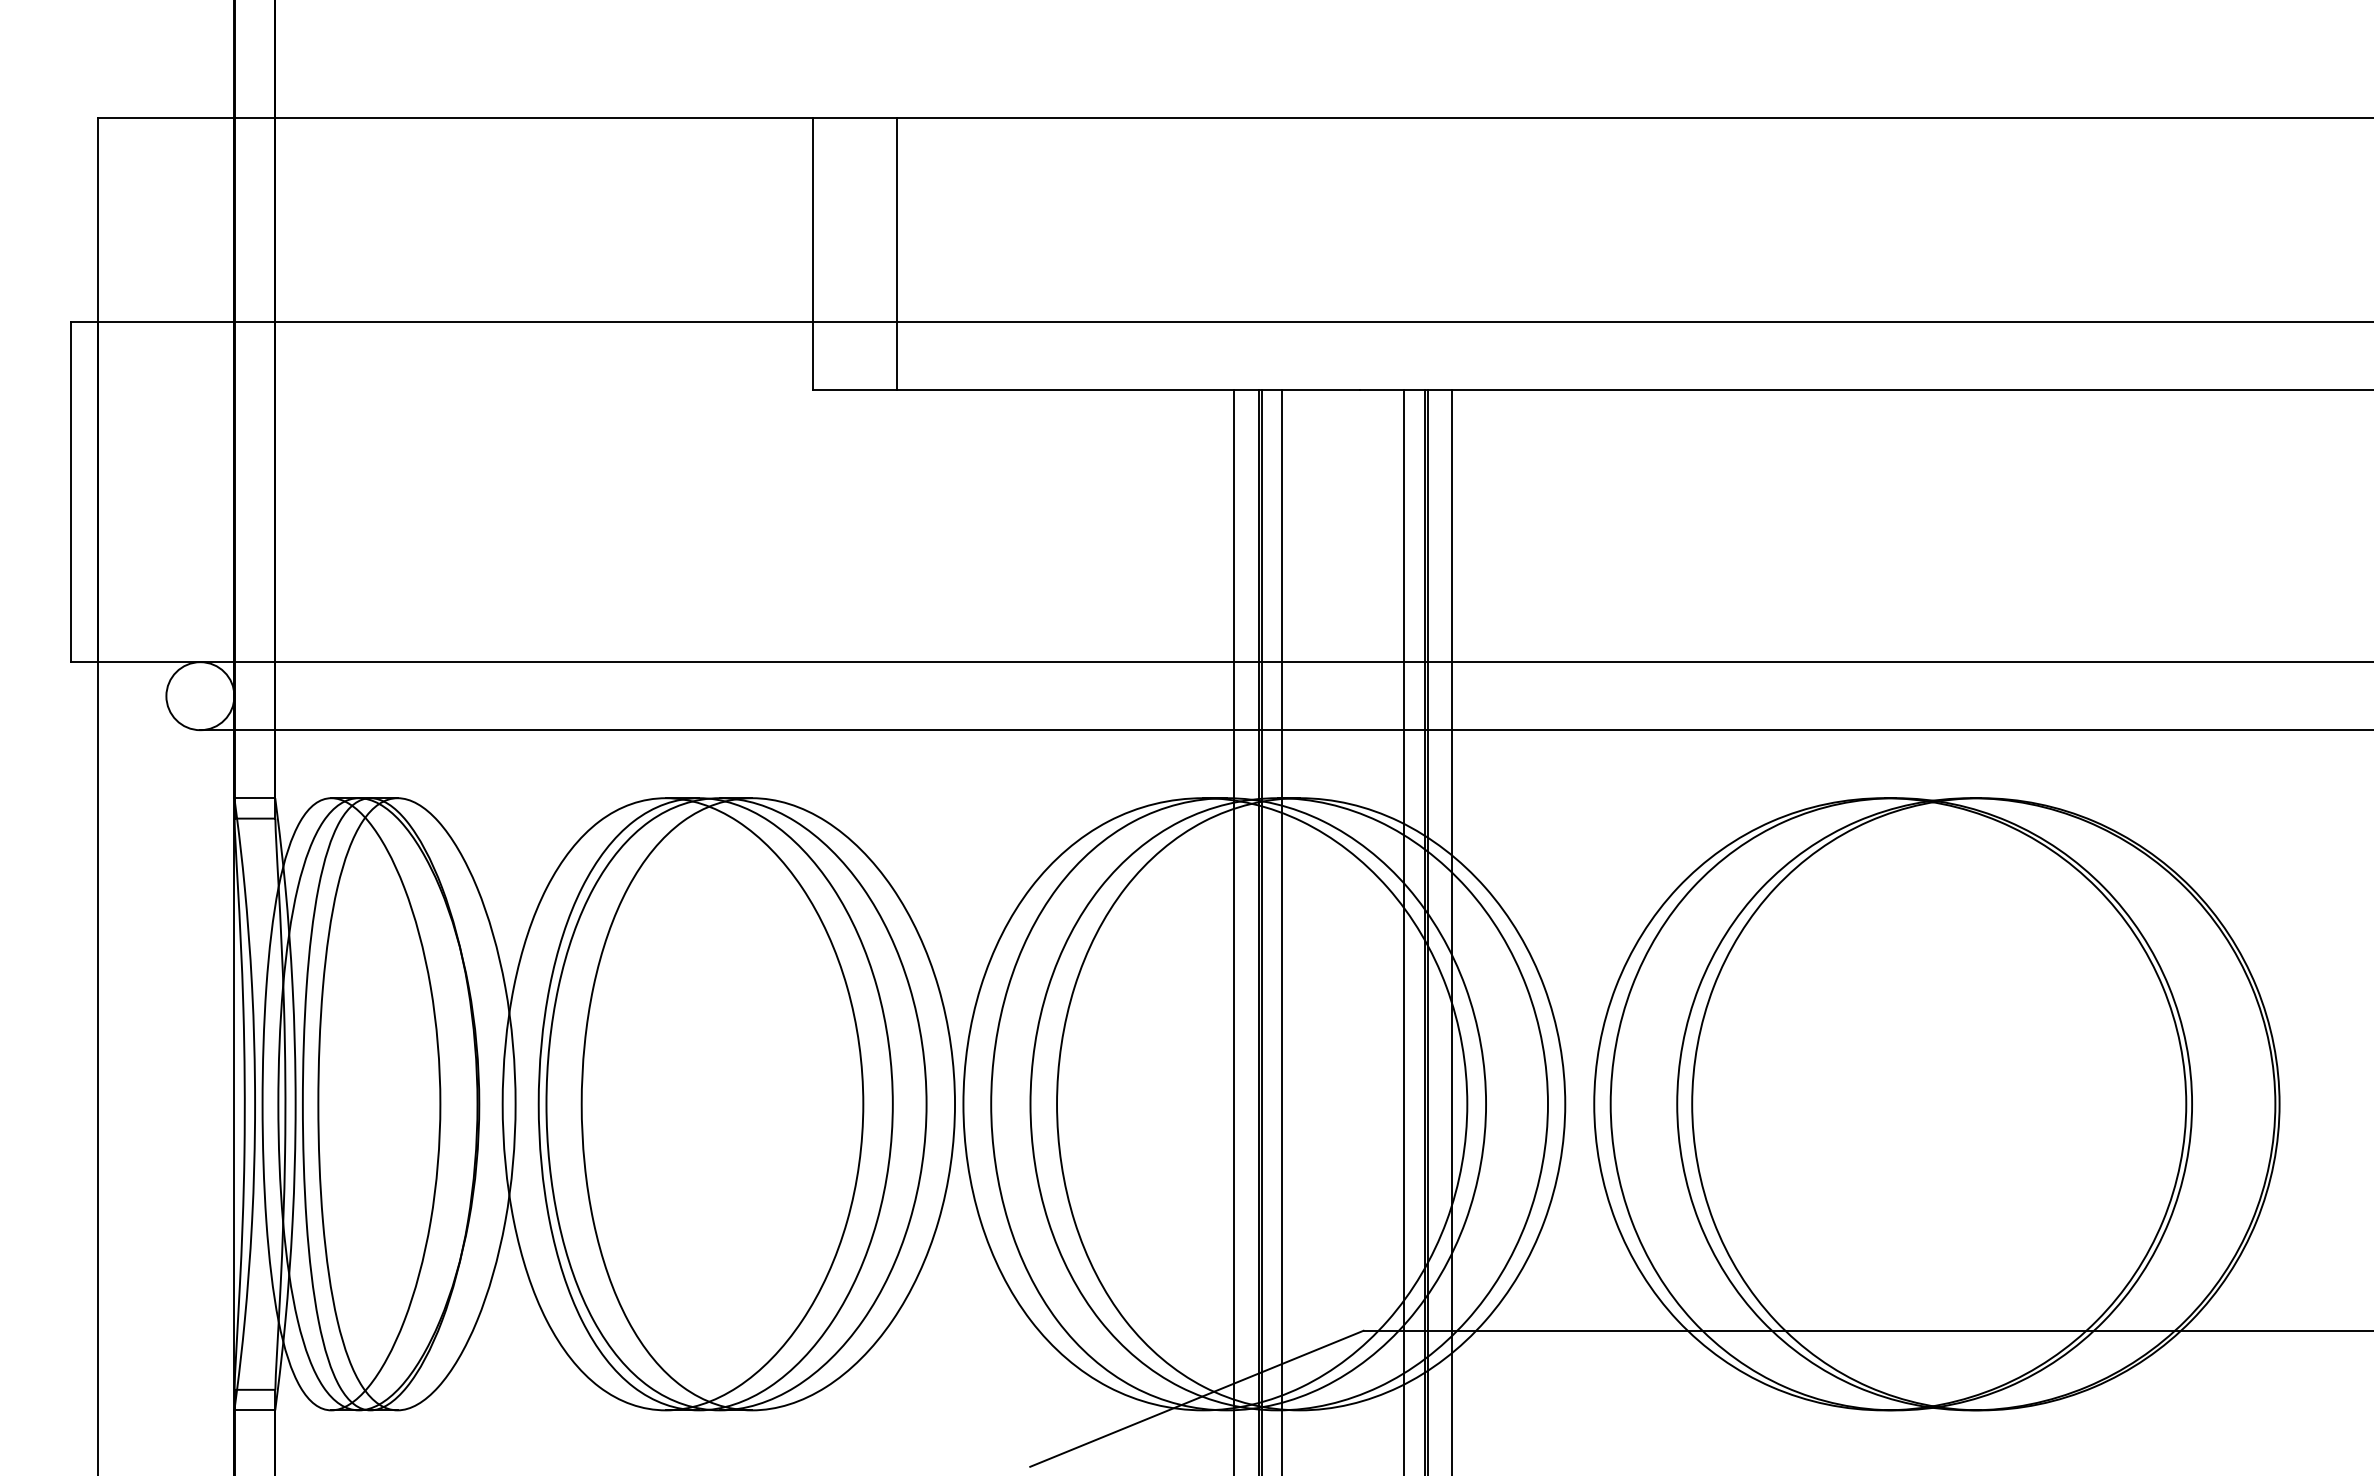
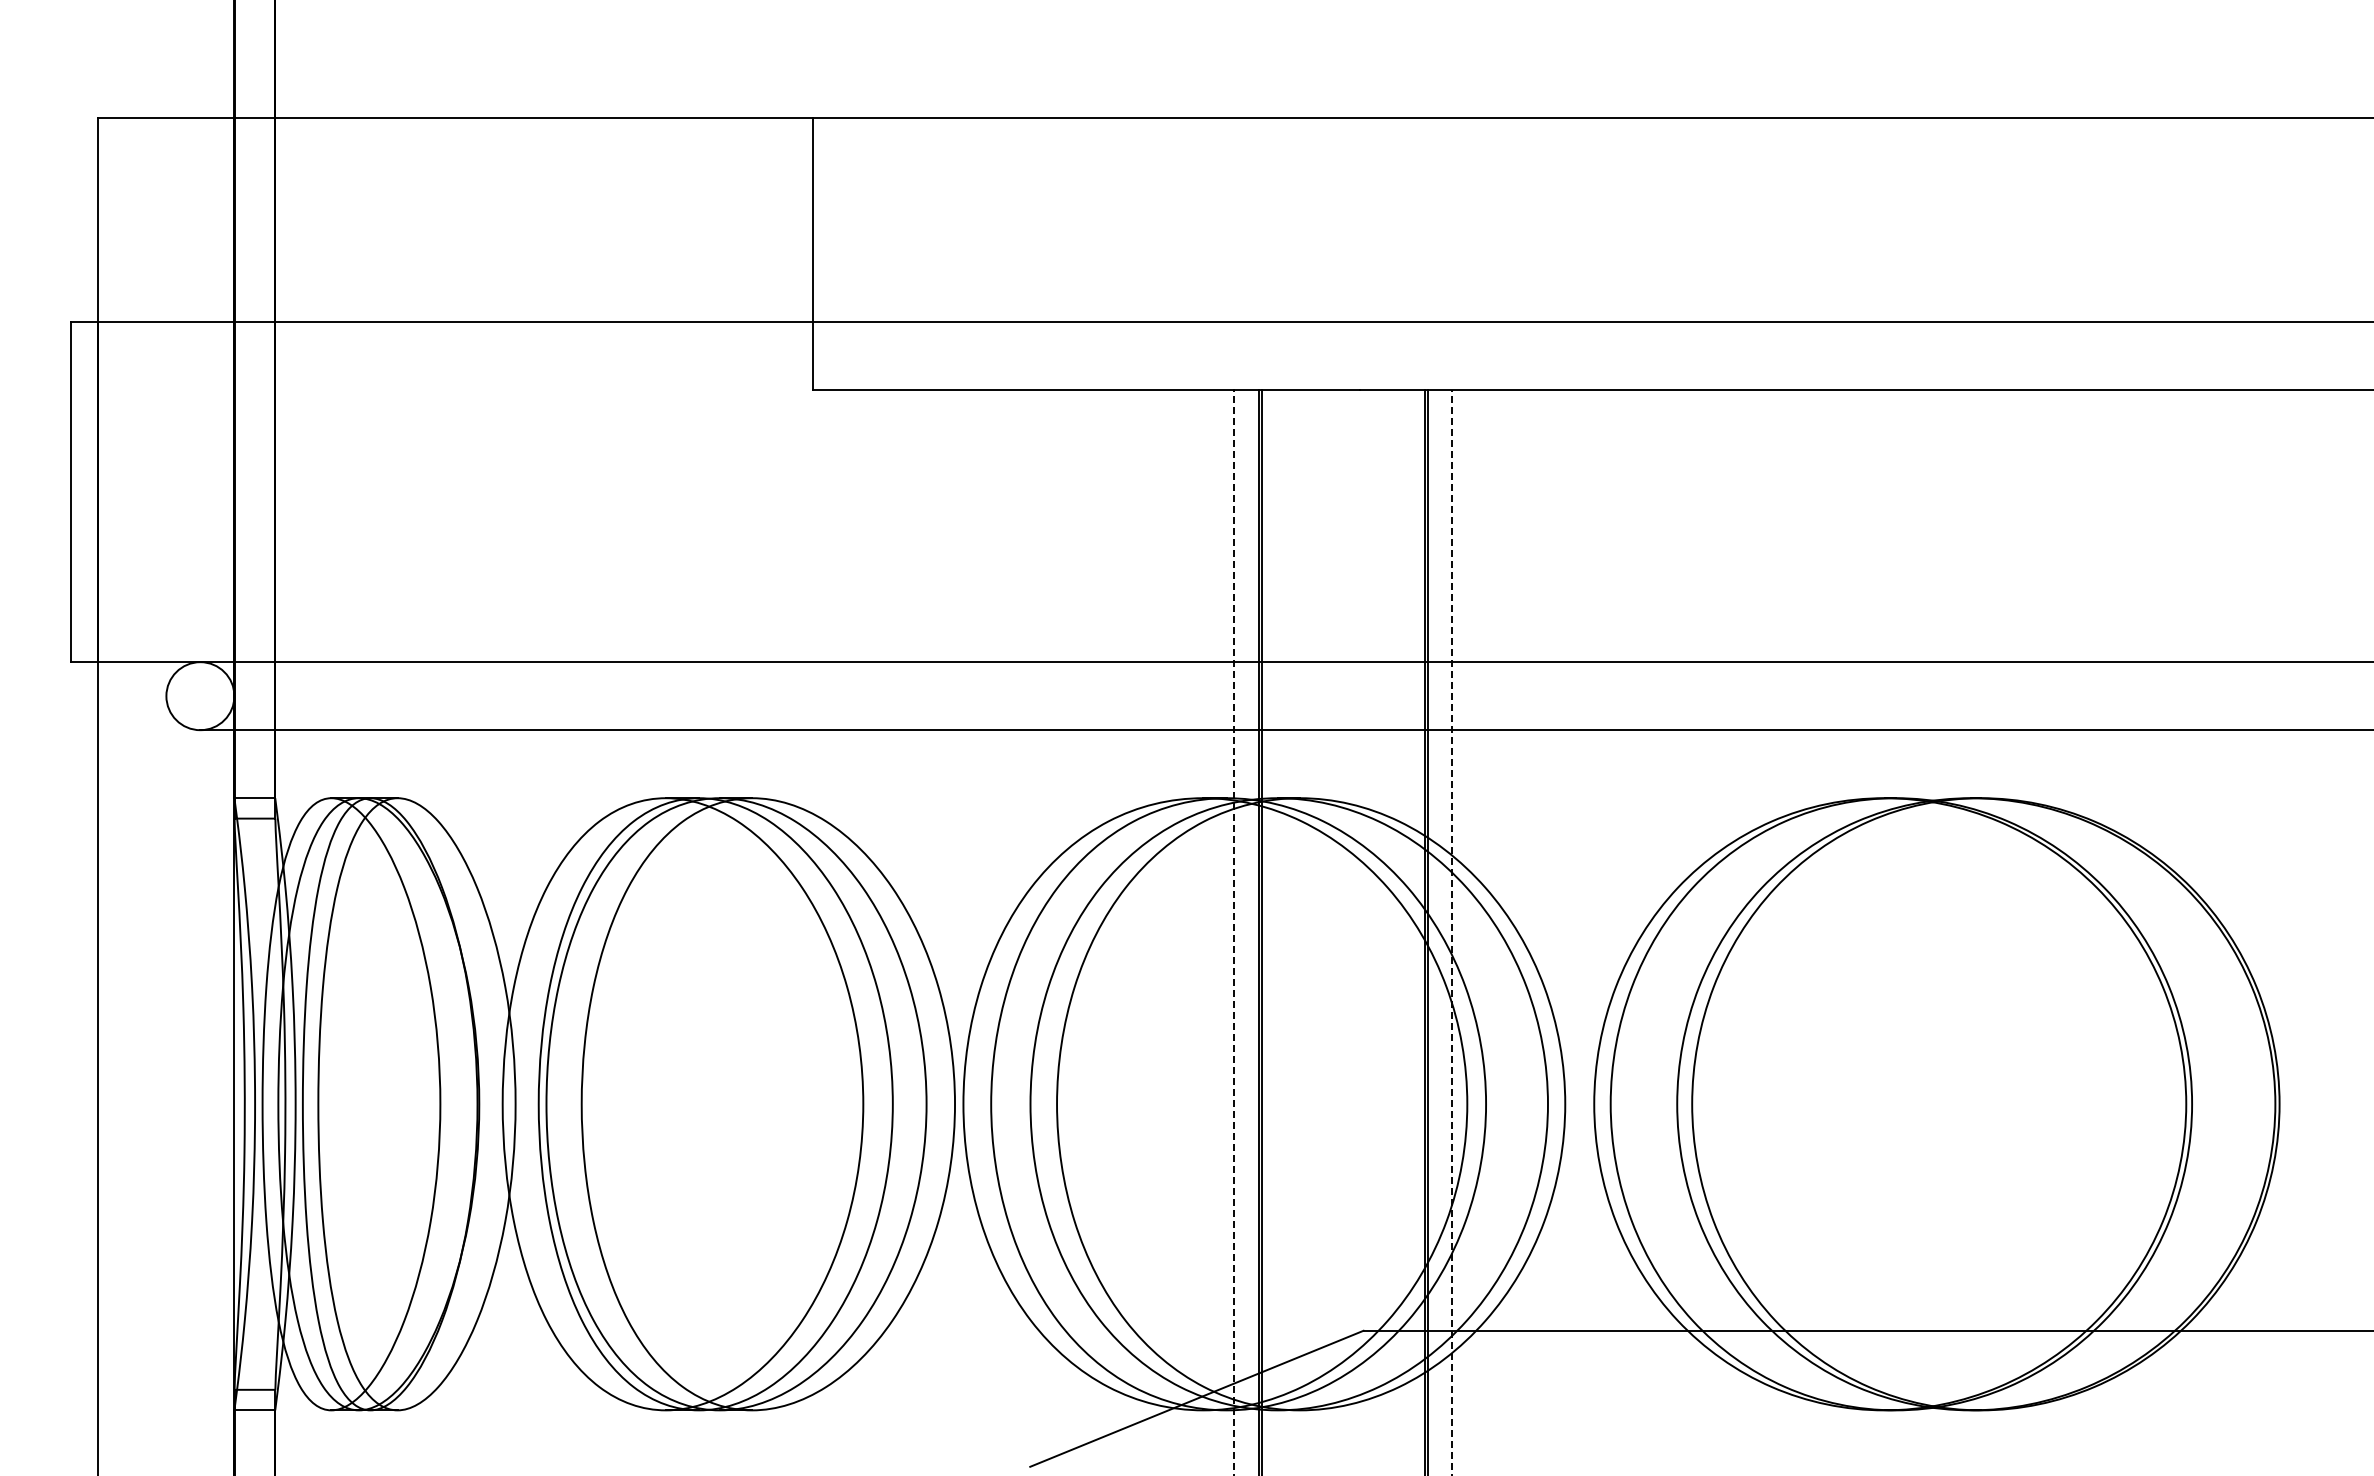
line at (896, 254): present -> none
line at (1282, 931): present -> none
line at (1404, 931): present -> none
line at (1234, 932): solid -> dashed
line at (1452, 932): solid -> dashed
